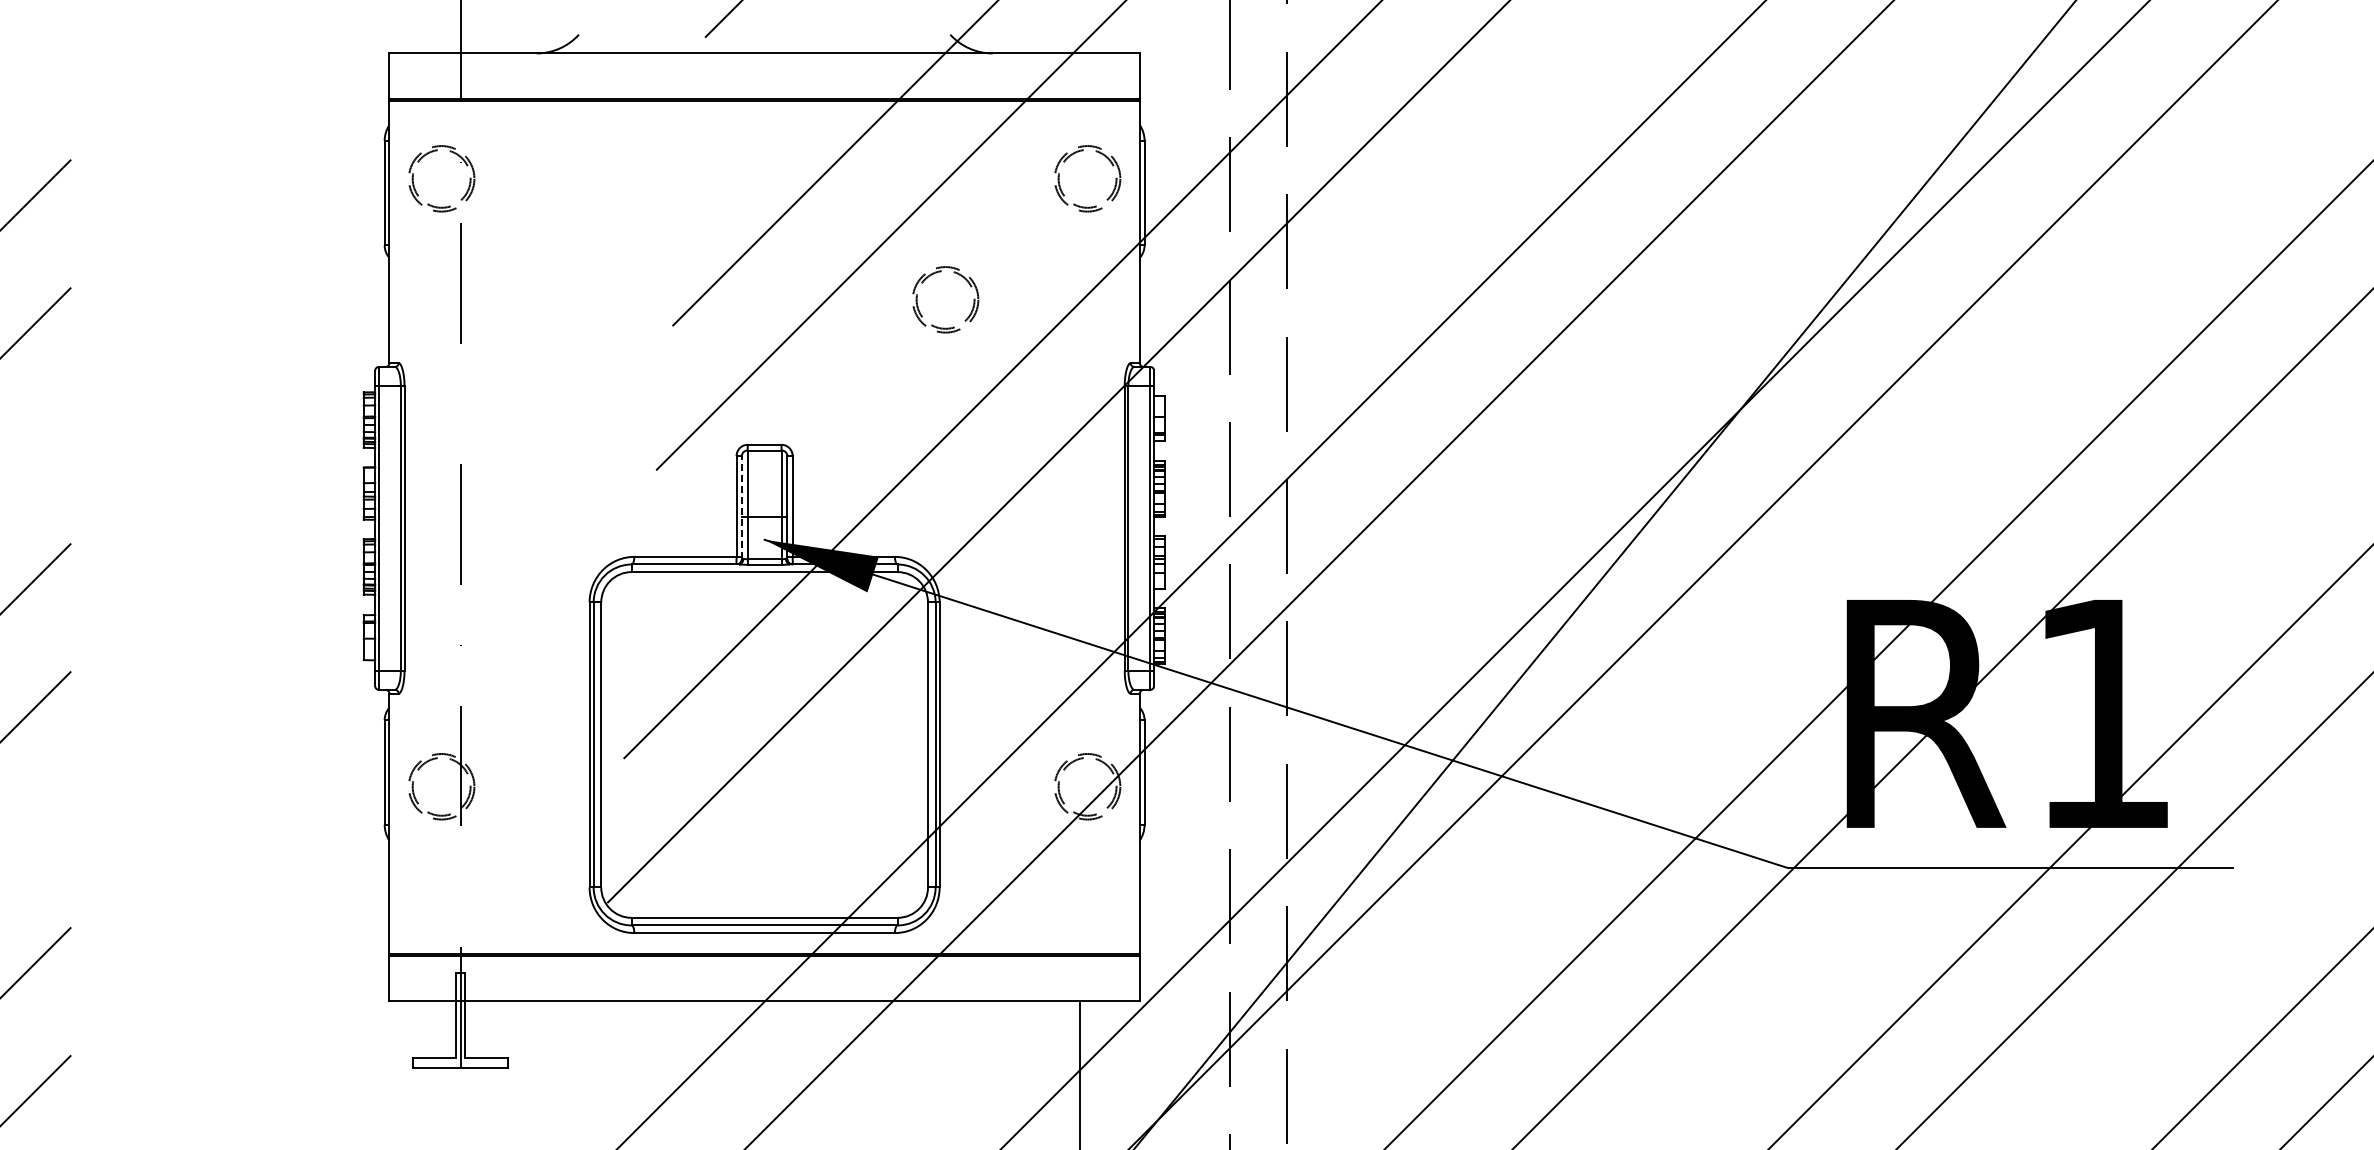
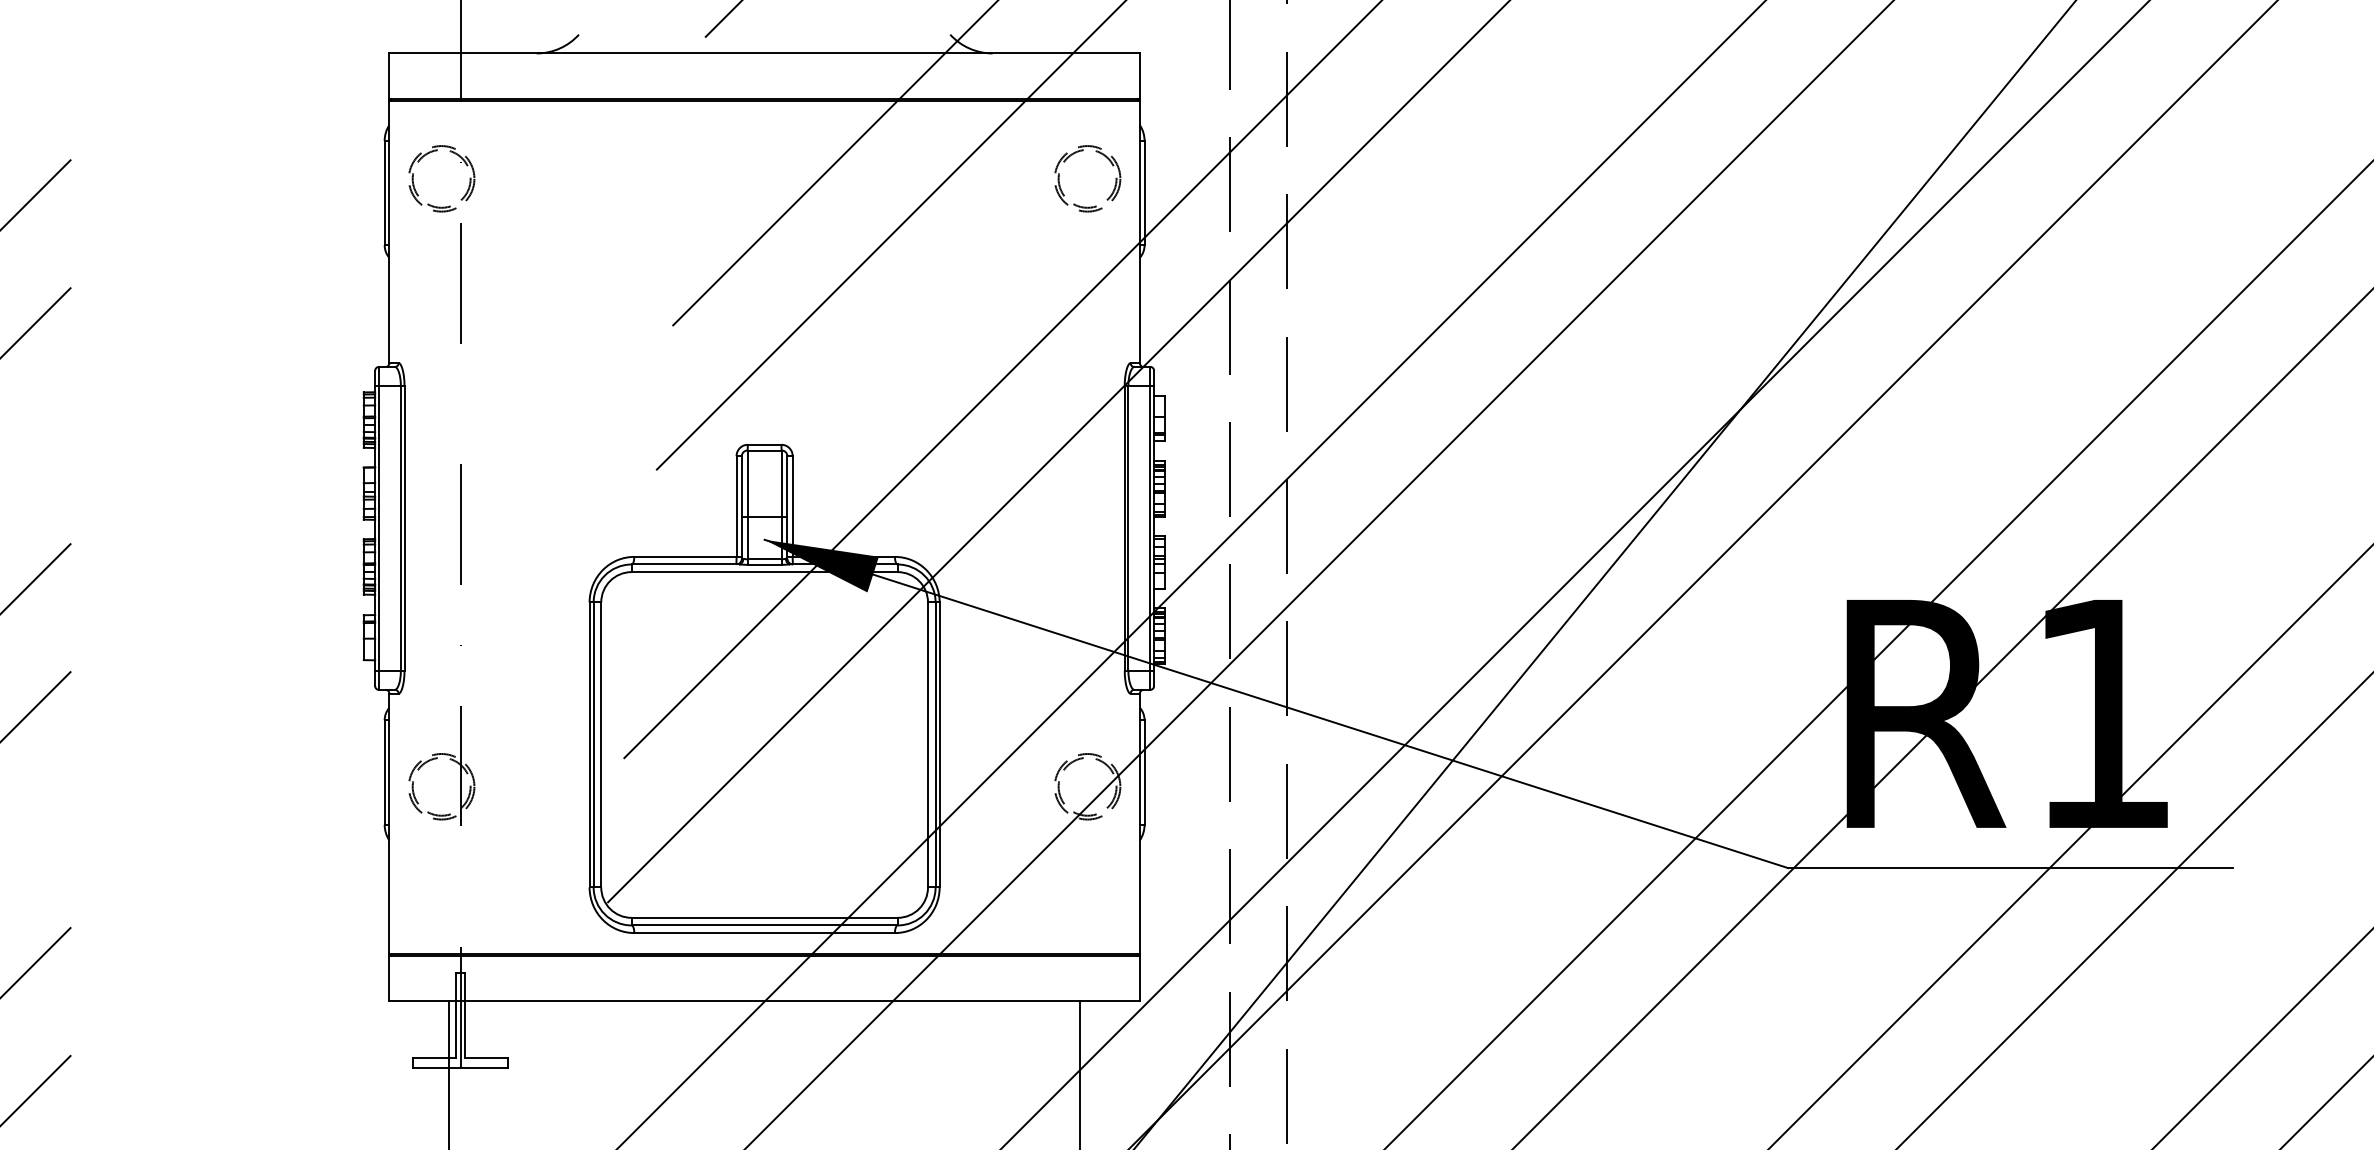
part at (941, 272): present -> none
line at (741, 507): dashed -> solid
line at (449, 1073): none -> present
